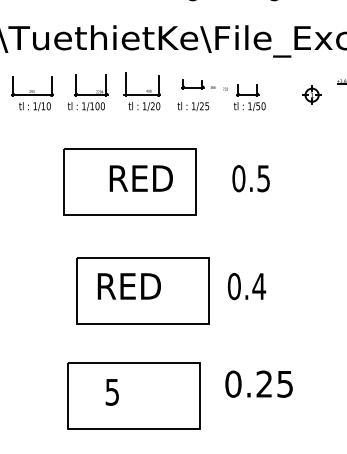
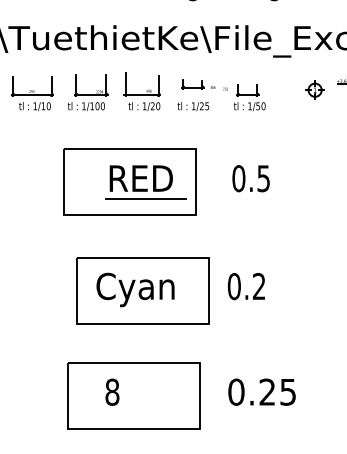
part at (311, 94) position: (311, 94) -> (314, 89)
line at (145, 198): none -> present
text at (259, 285): 0.4 -> 0.2
text at (135, 289): RED -> Cyan
text at (258, 383) position: (258, 383) -> (261, 391)
text at (112, 391): 5 -> 8
